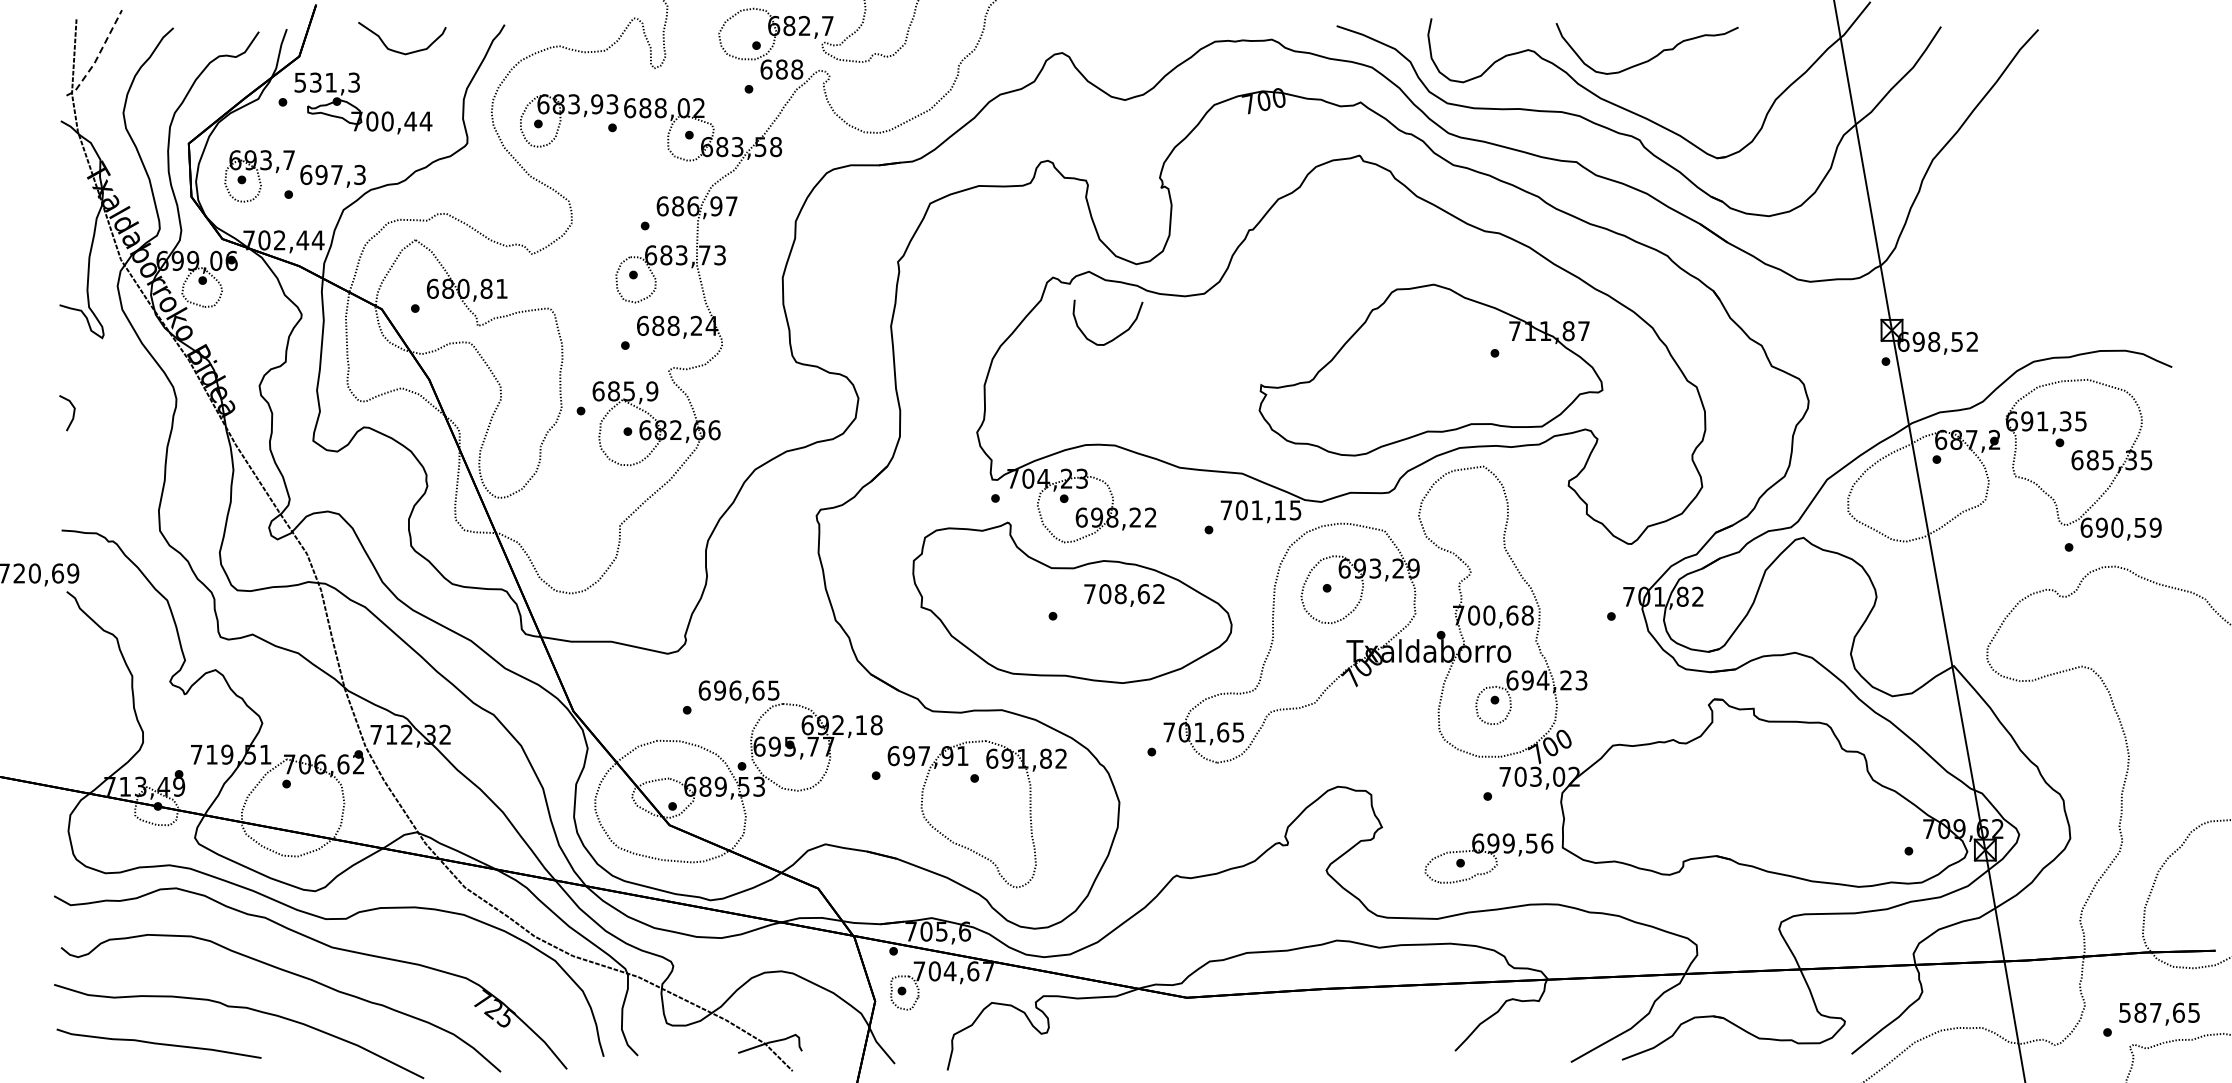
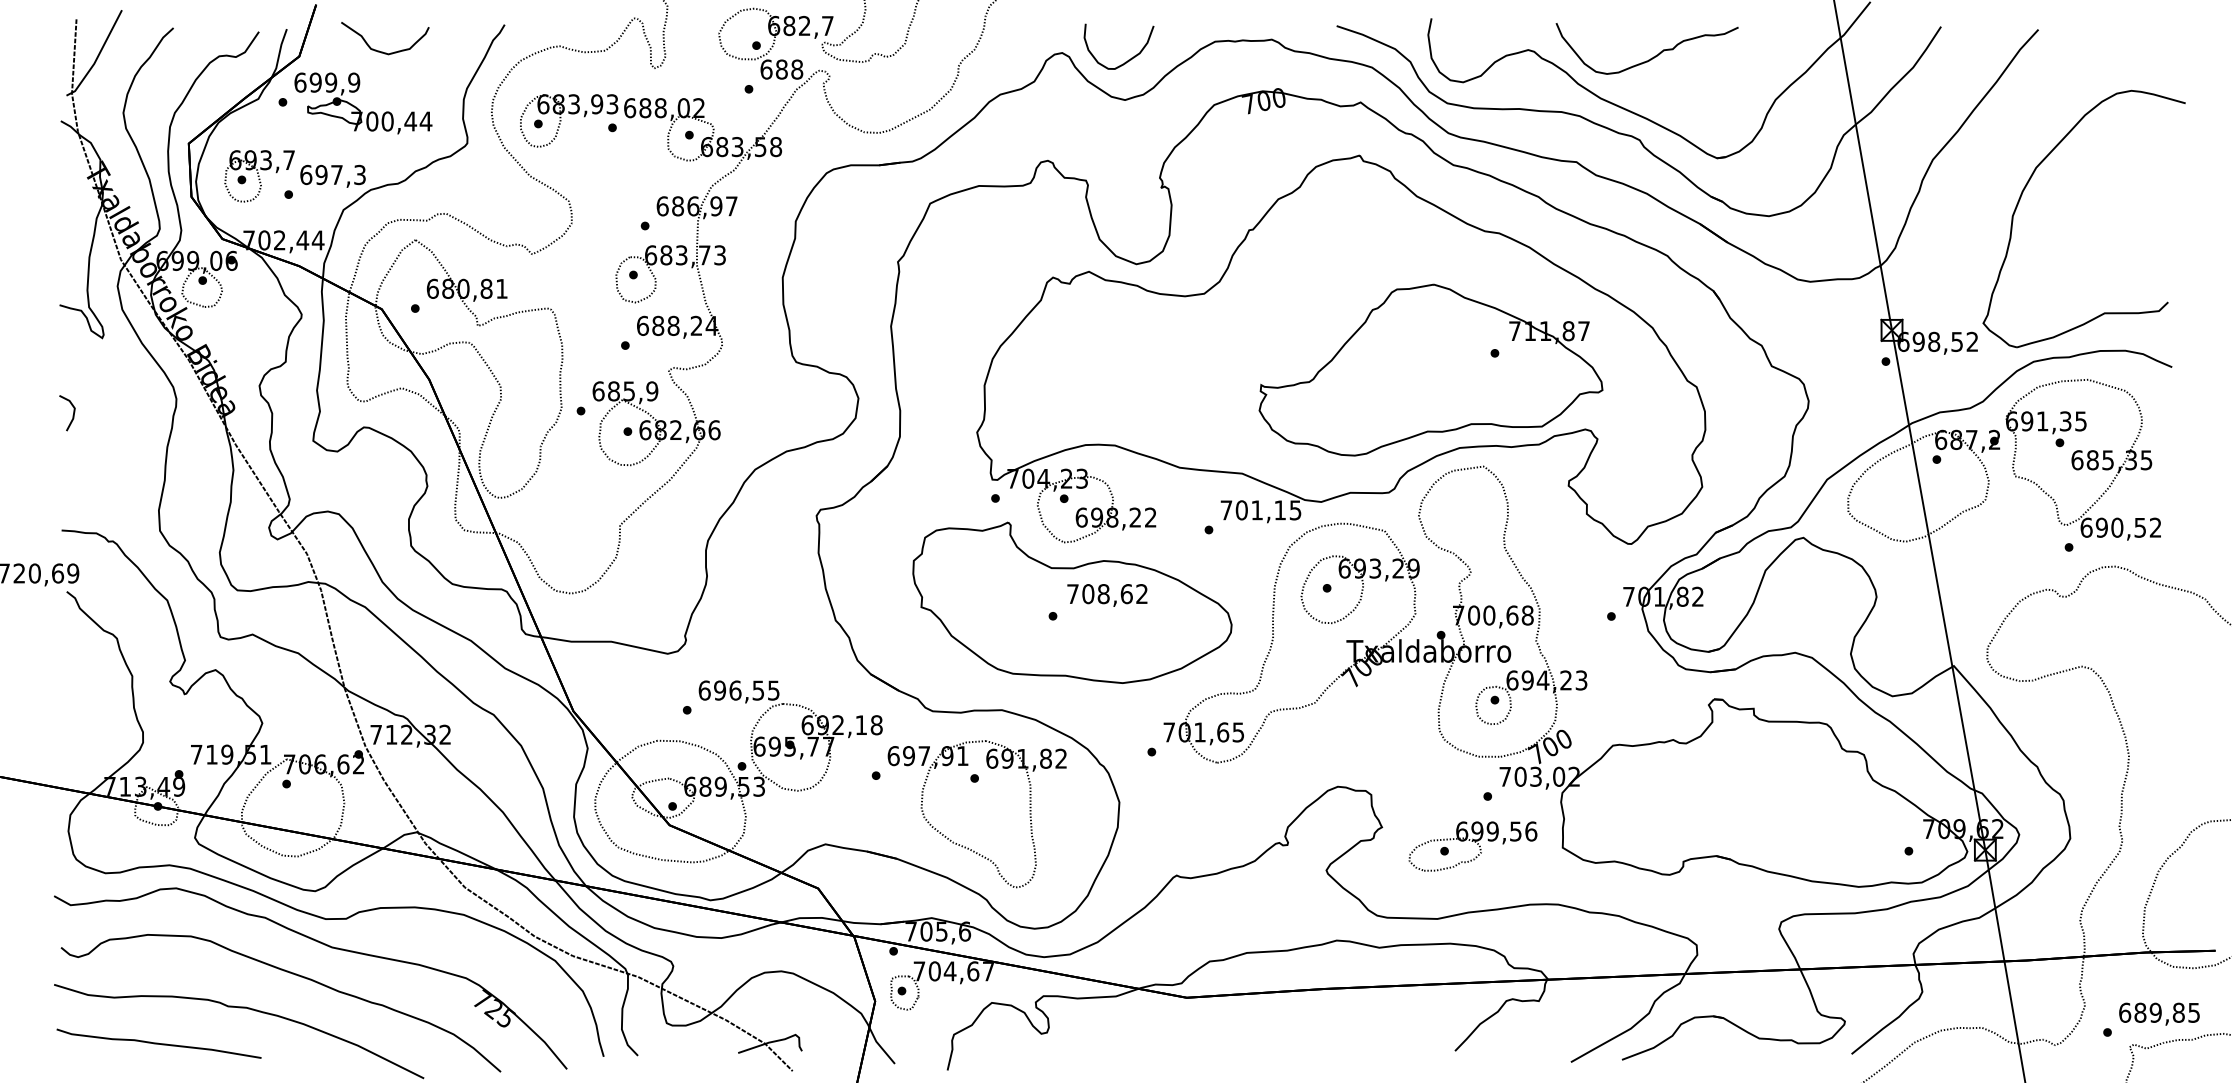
curve at (399, 51) position: (399, 51) -> (382, 51)
line at (97, 56): dashed -> solid
text at (327, 82): 531,3 -> 699,9
part at (2026, 187): none -> present
curve at (1117, 335) position: (1117, 335) -> (1128, 59)
text at (2155, 527): 690,59 -> 690,52
text at (1124, 595) position: (1124, 595) -> (1107, 595)
text at (758, 690): 696,65 -> 696,55
part at (1488, 858) position: (1488, 858) -> (1472, 846)
text at (2151, 1012): 587,65 -> 689,85
